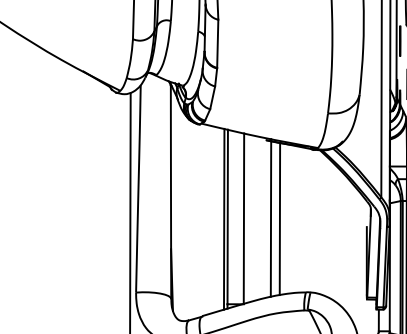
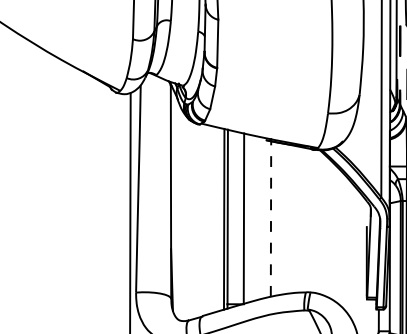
line at (279, 218): present -> none
line at (271, 219): solid -> dashed
